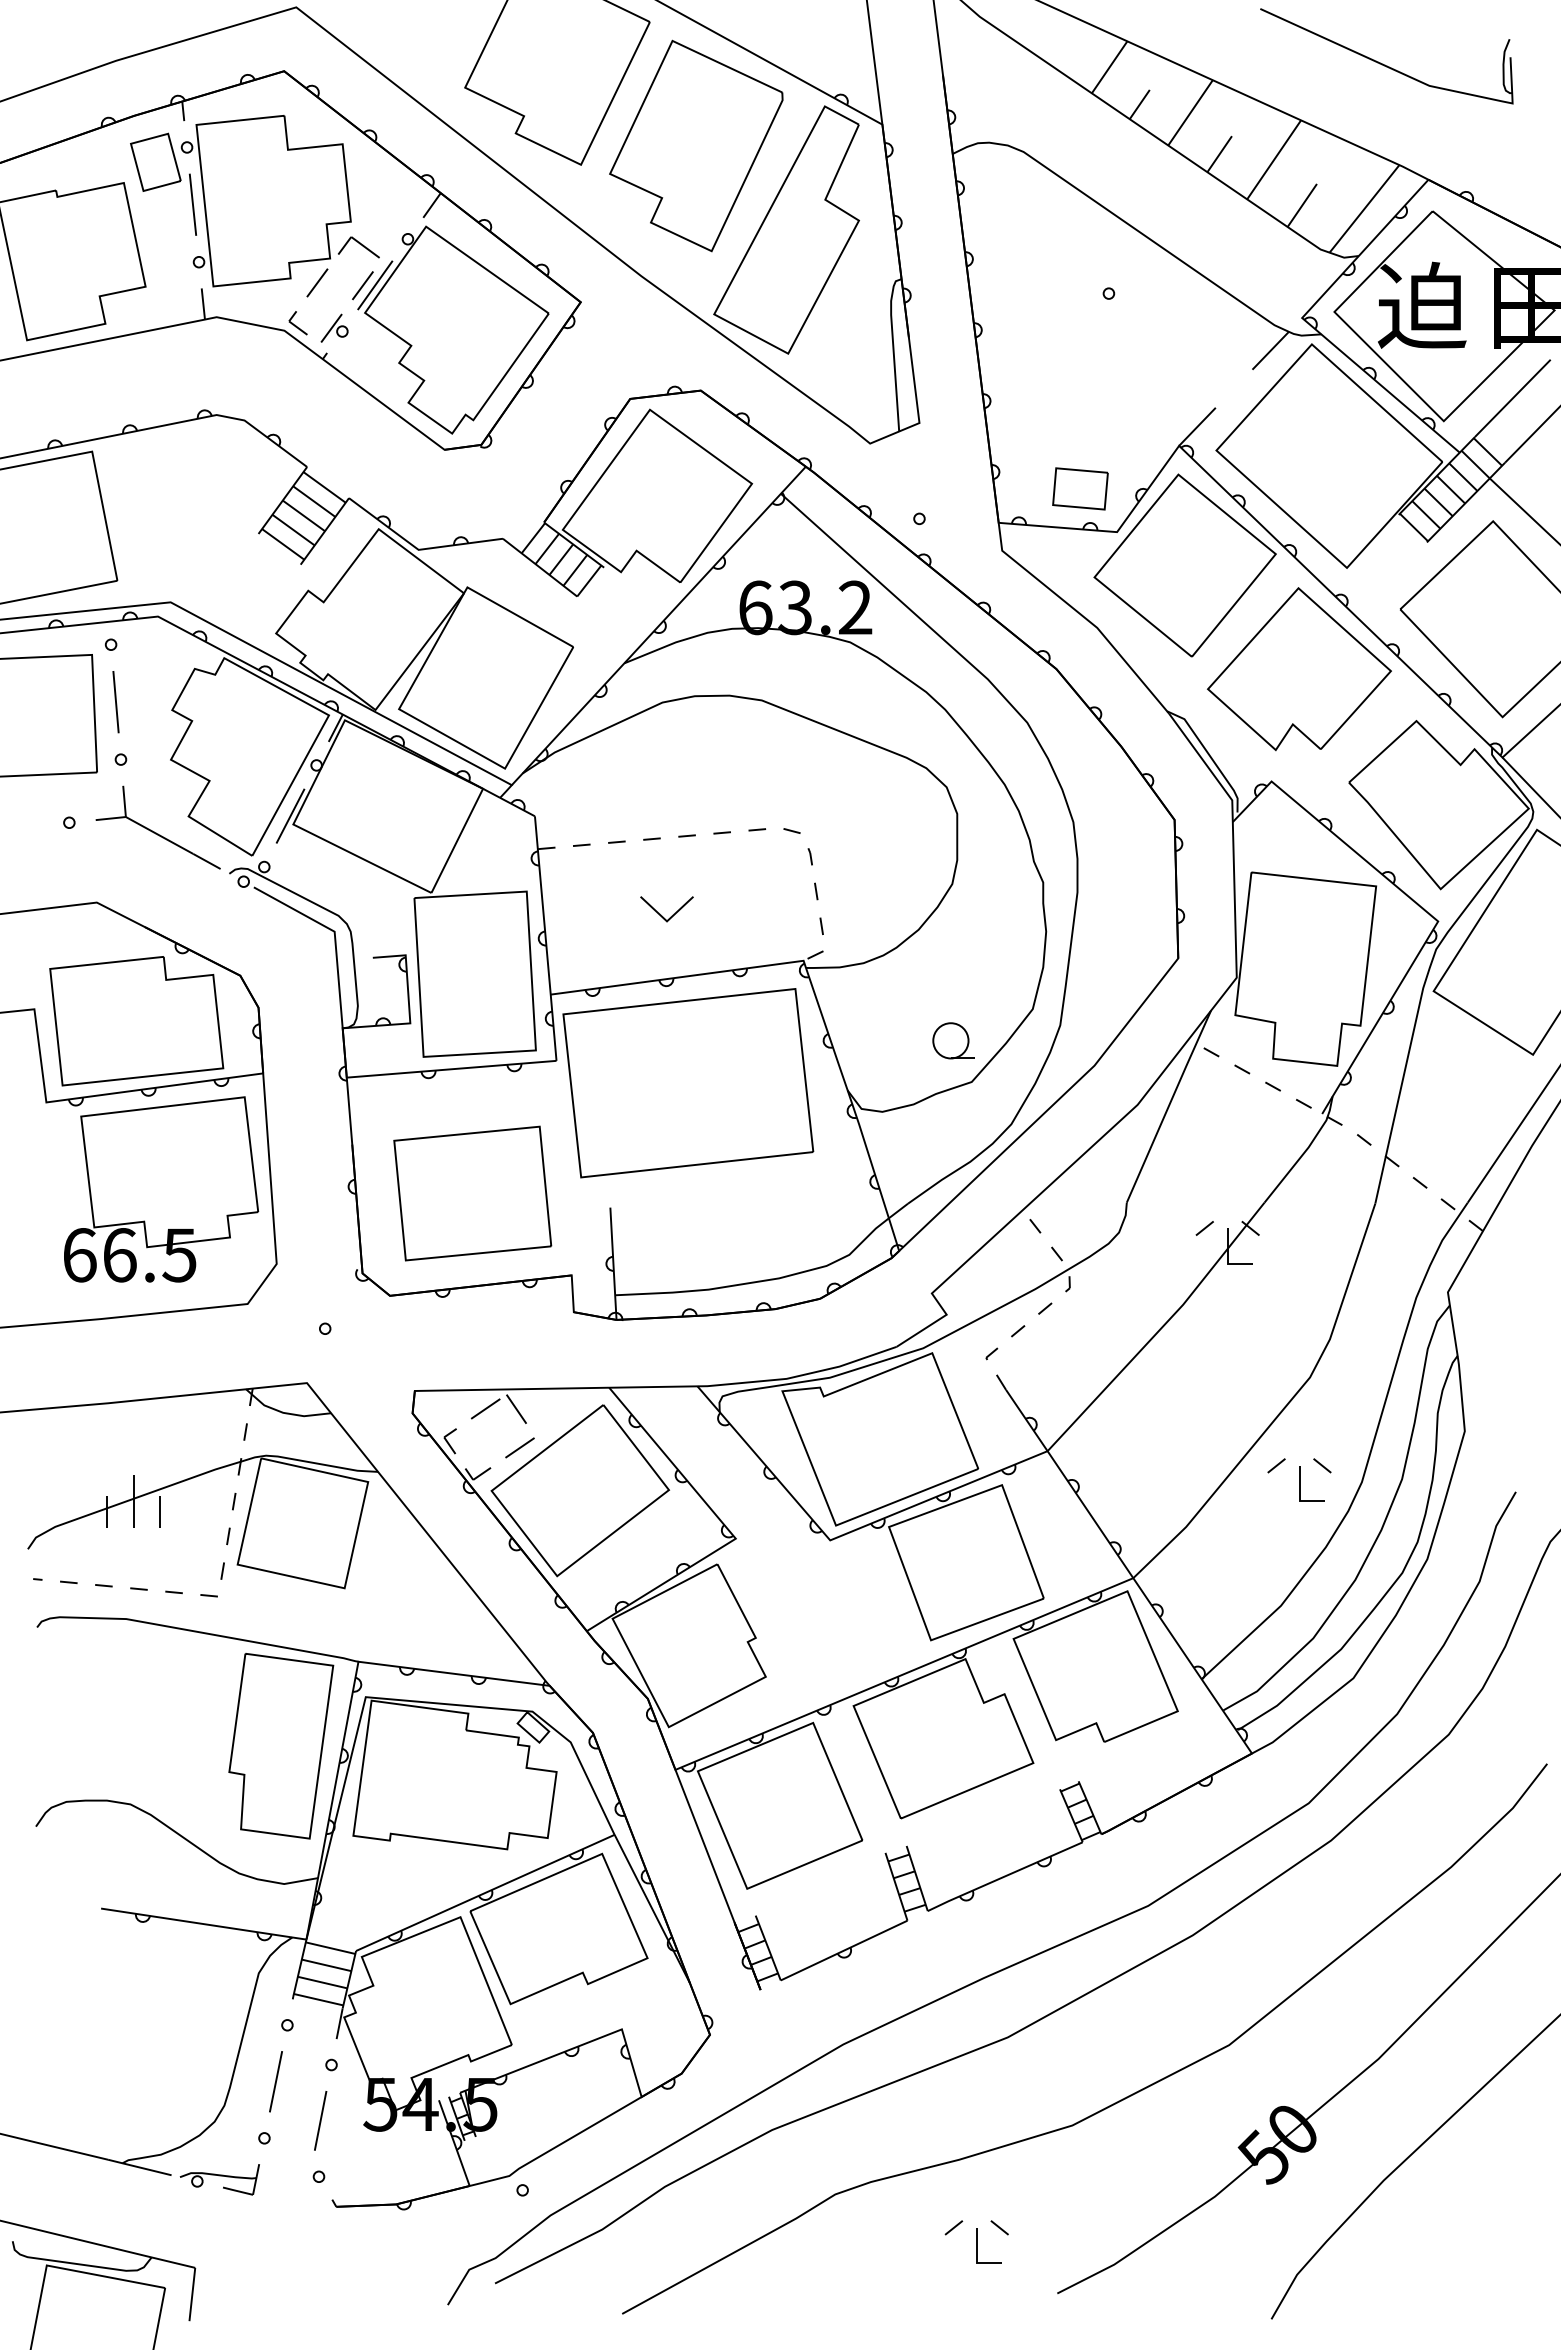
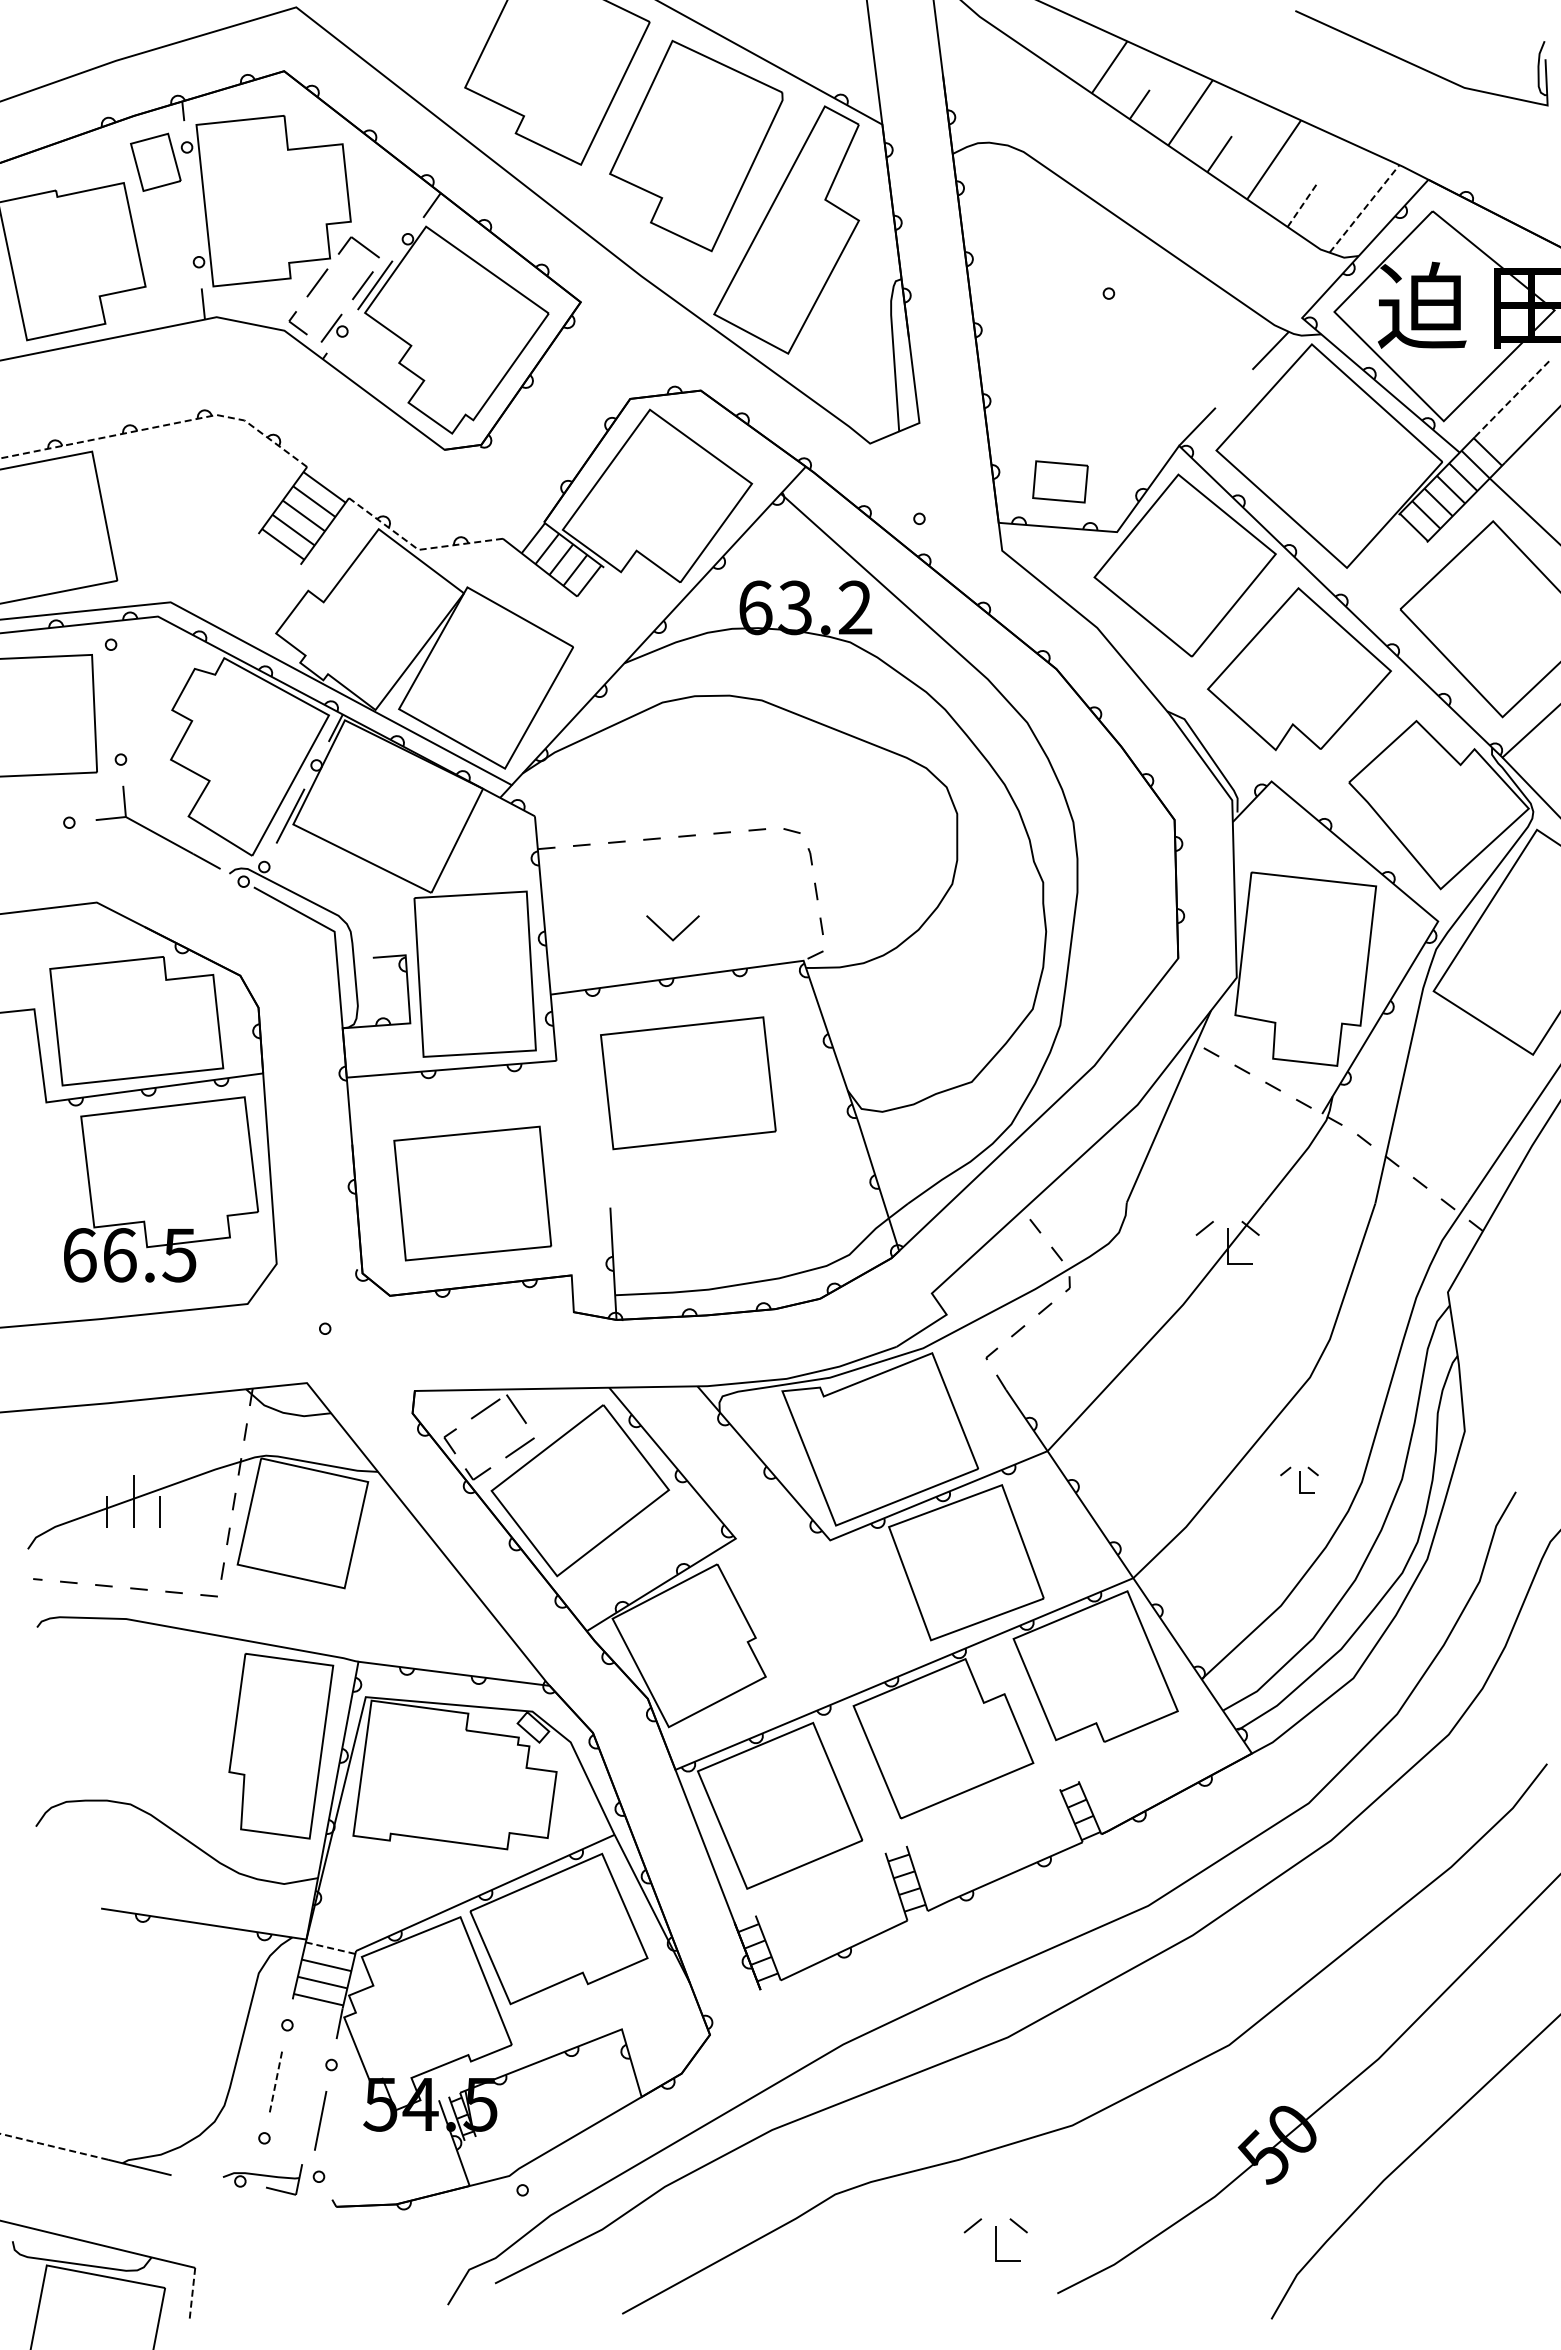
part at (1382, 63) position: (1382, 63) -> (1417, 65)
line at (192, 204): present -> none
line at (1302, 205): solid -> dashed
line at (1364, 208): solid -> dashed
line at (1513, 398): solid -> dashed
line at (161, 425): solid -> dashed
part at (1080, 488) position: (1080, 488) -> (1060, 481)
line at (418, 549): solid -> dashed
line at (115, 702): present -> none
part at (661, 914) position: (661, 914) -> (667, 933)
part at (953, 1040): present -> none
part at (688, 1083) size: 253x191 px -> 177x135 px
part at (1299, 1479) size: 65x44 px -> 39x28 px
line at (330, 1948): solid -> dashed
line at (276, 2081): solid -> dashed
line at (53, 2146): solid -> dashed
part at (219, 2179) position: (219, 2179) -> (262, 2179)
part at (976, 2241) position: (976, 2241) -> (995, 2239)
line at (192, 2294): solid -> dashed
